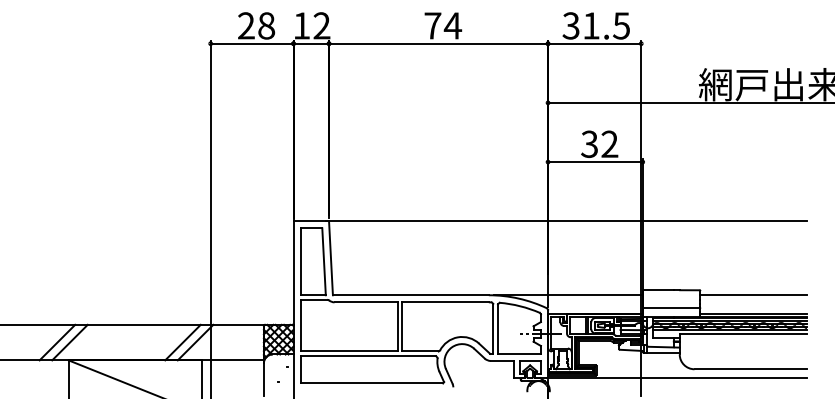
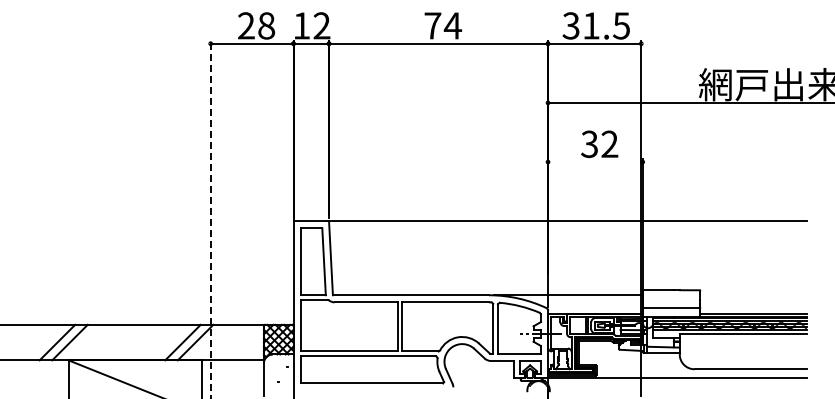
line at (595, 162): present -> none
line at (210, 219): solid -> dashed
line at (753, 295): present -> none
